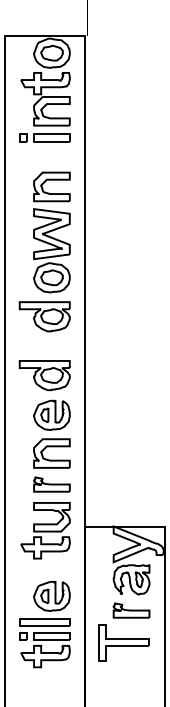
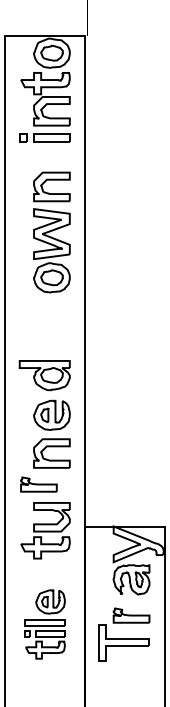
part at (44, 316): present -> none
part at (51, 484) position: (51, 484) -> (38, 484)
part at (131, 610) position: (131, 610) -> (131, 615)
part at (44, 624) size: 52x89 px -> 42x71 px
